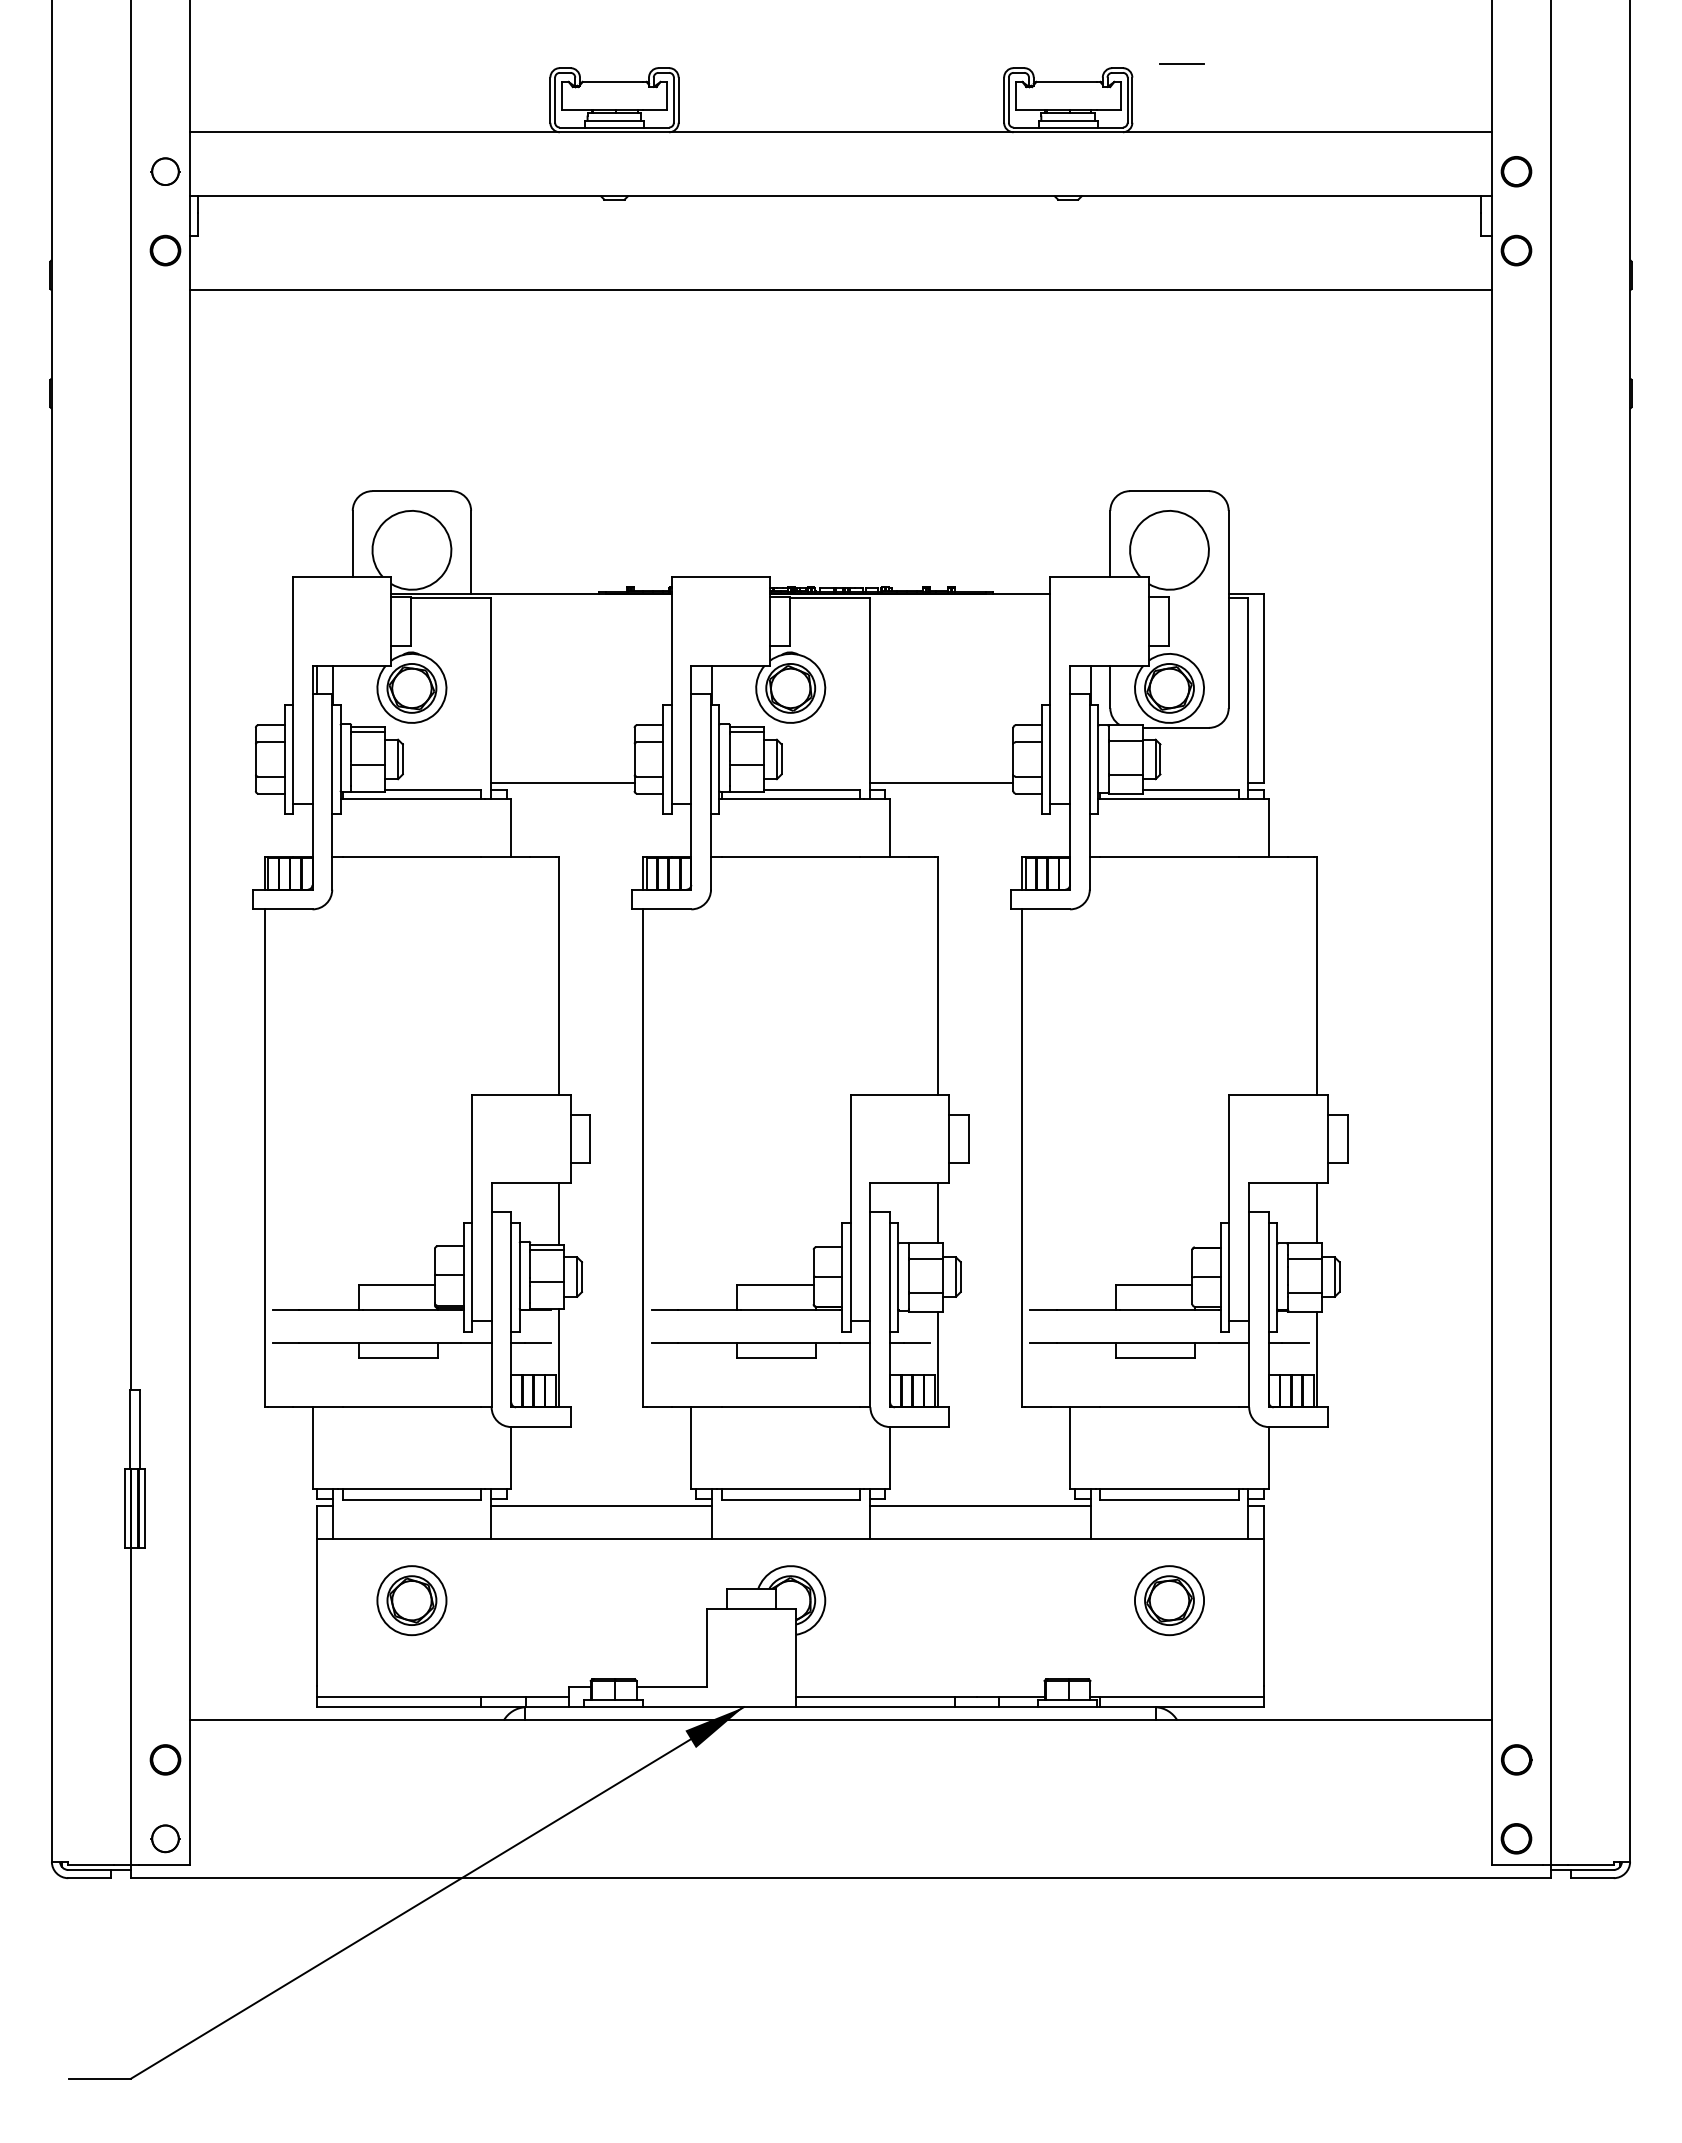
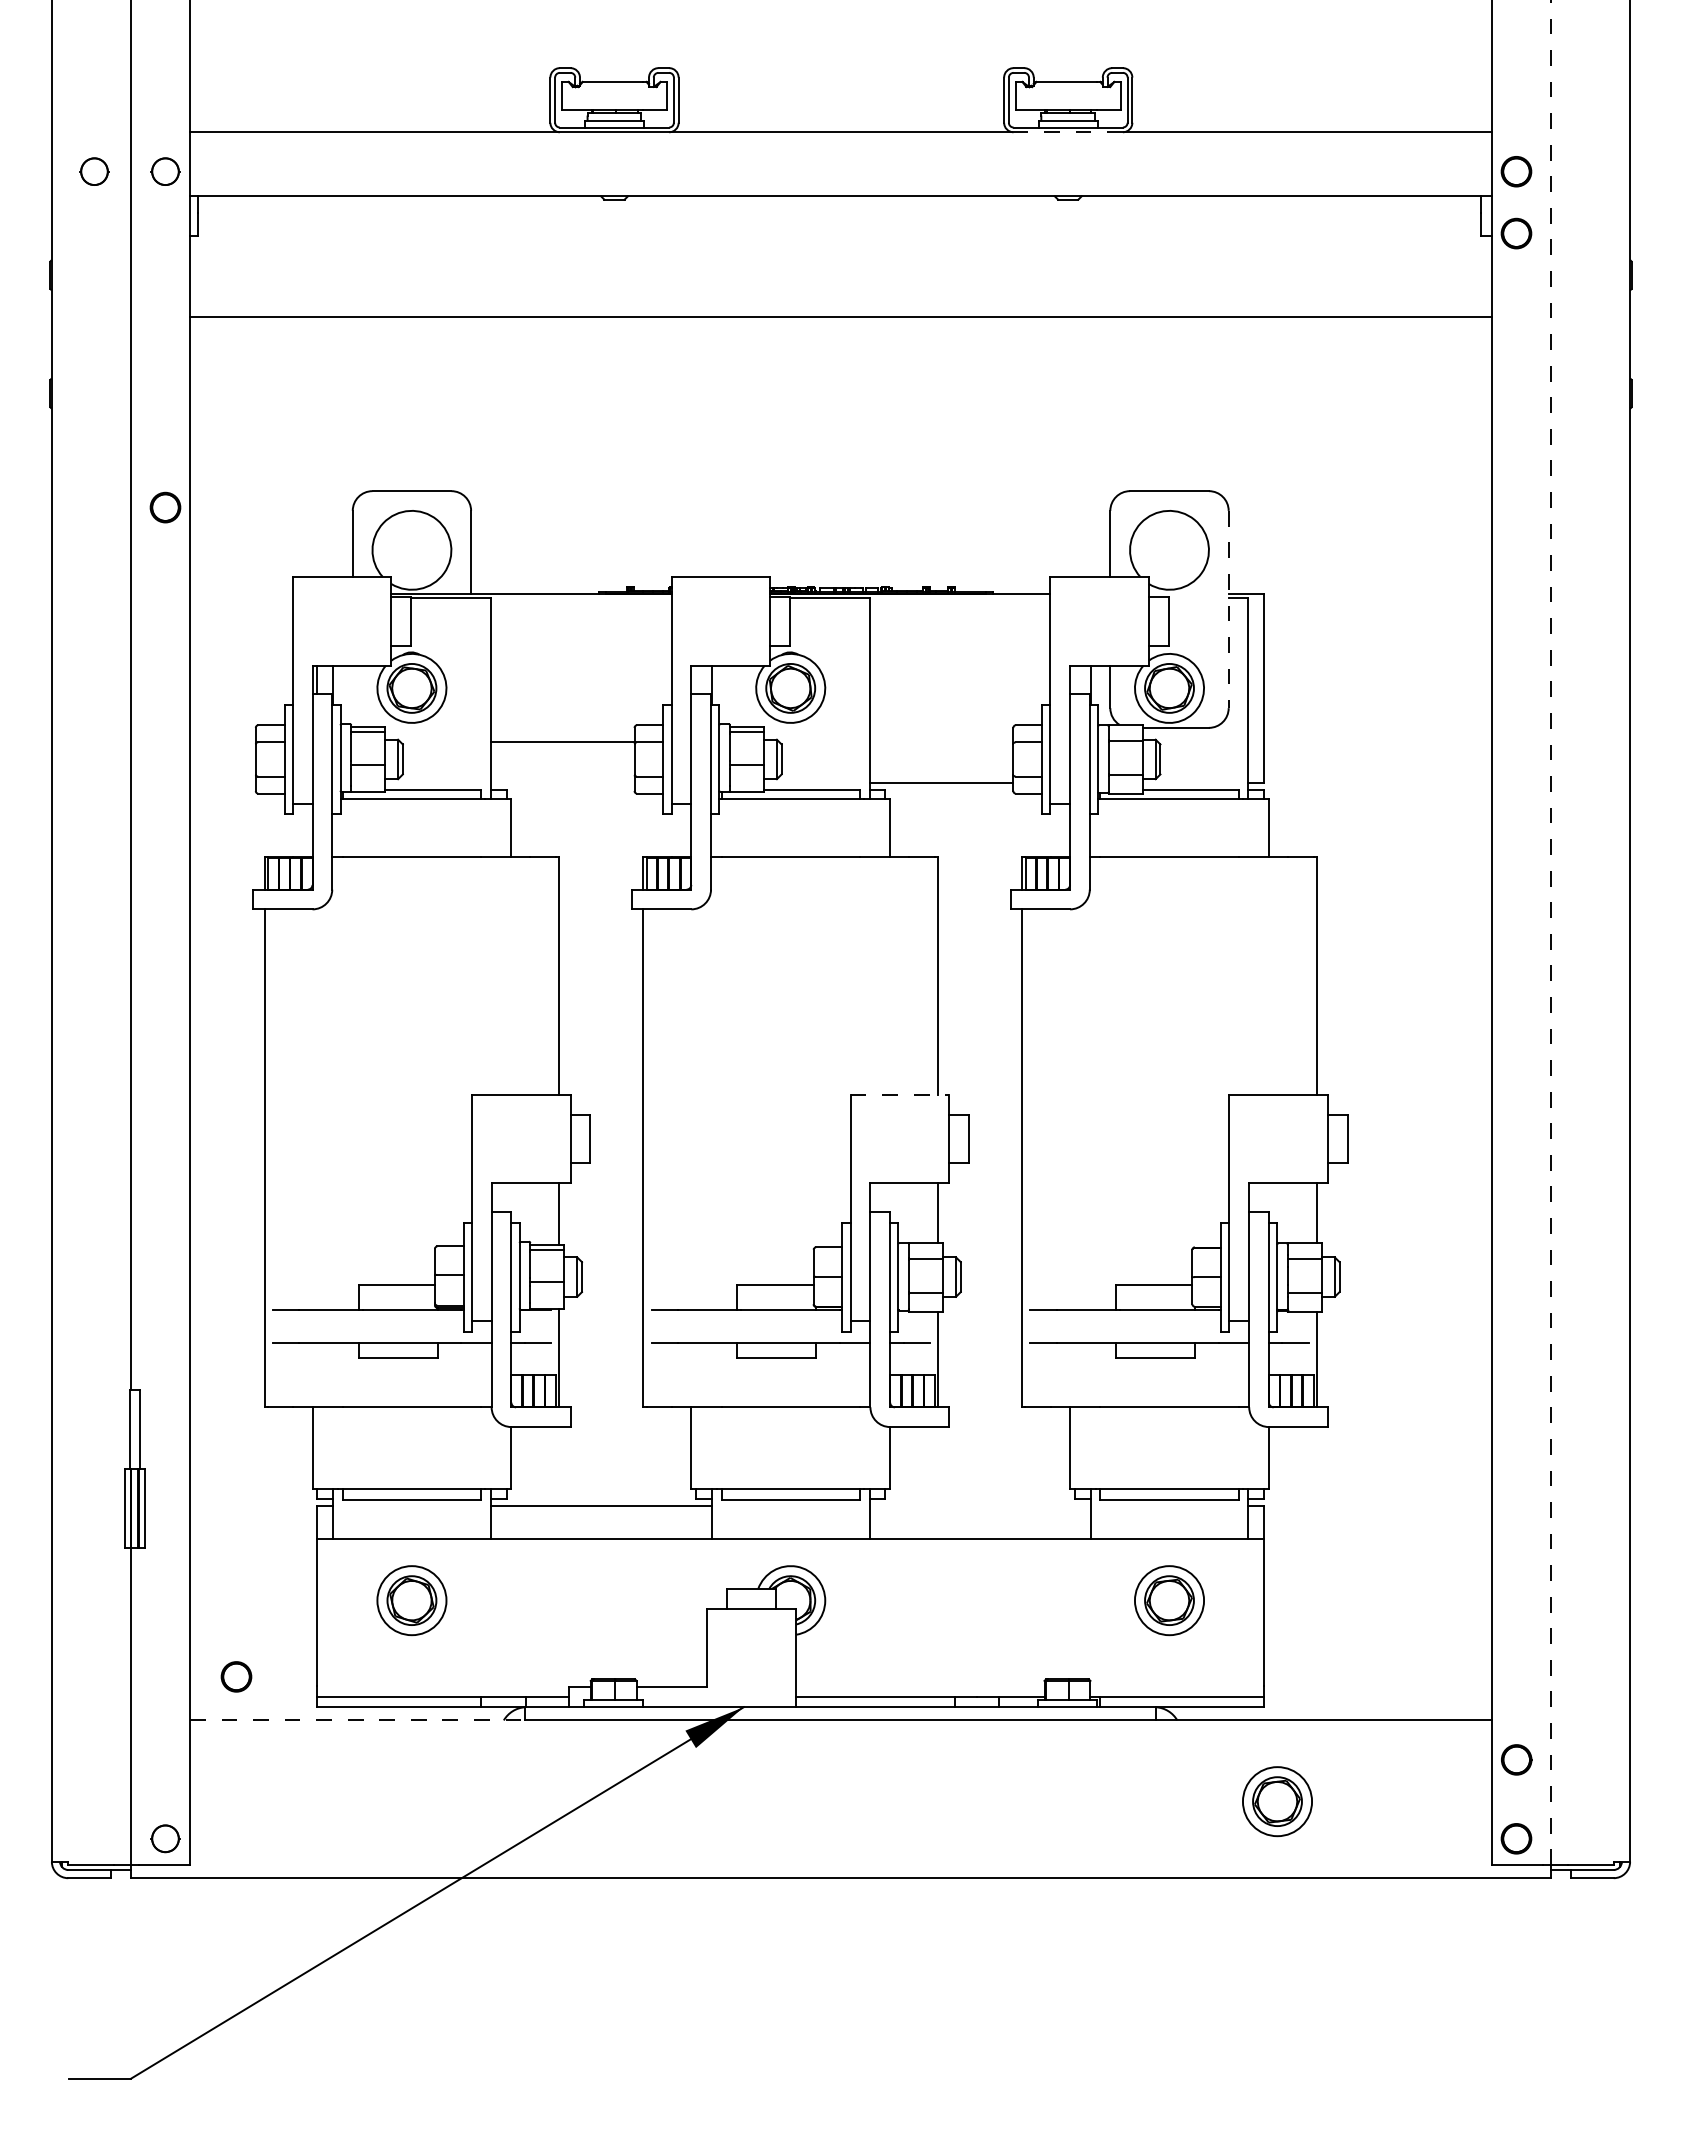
line at (1181, 64): present -> none
line at (1068, 132): solid -> dashed
part at (94, 171): none -> present
part at (165, 250) position: (165, 250) -> (165, 507)
part at (1516, 250) position: (1516, 250) -> (1516, 233)
line at (840, 290) position: (840, 290) -> (840, 317)
line at (1228, 609): solid -> dashed
line at (562, 783) position: (562, 783) -> (562, 742)
line at (1551, 932): solid -> dashed
line at (900, 1094): solid -> dashed
line at (979, 1505): present -> none
line at (357, 1720): solid -> dashed
part at (165, 1759) position: (165, 1759) -> (236, 1676)
part at (1277, 1801): none -> present
